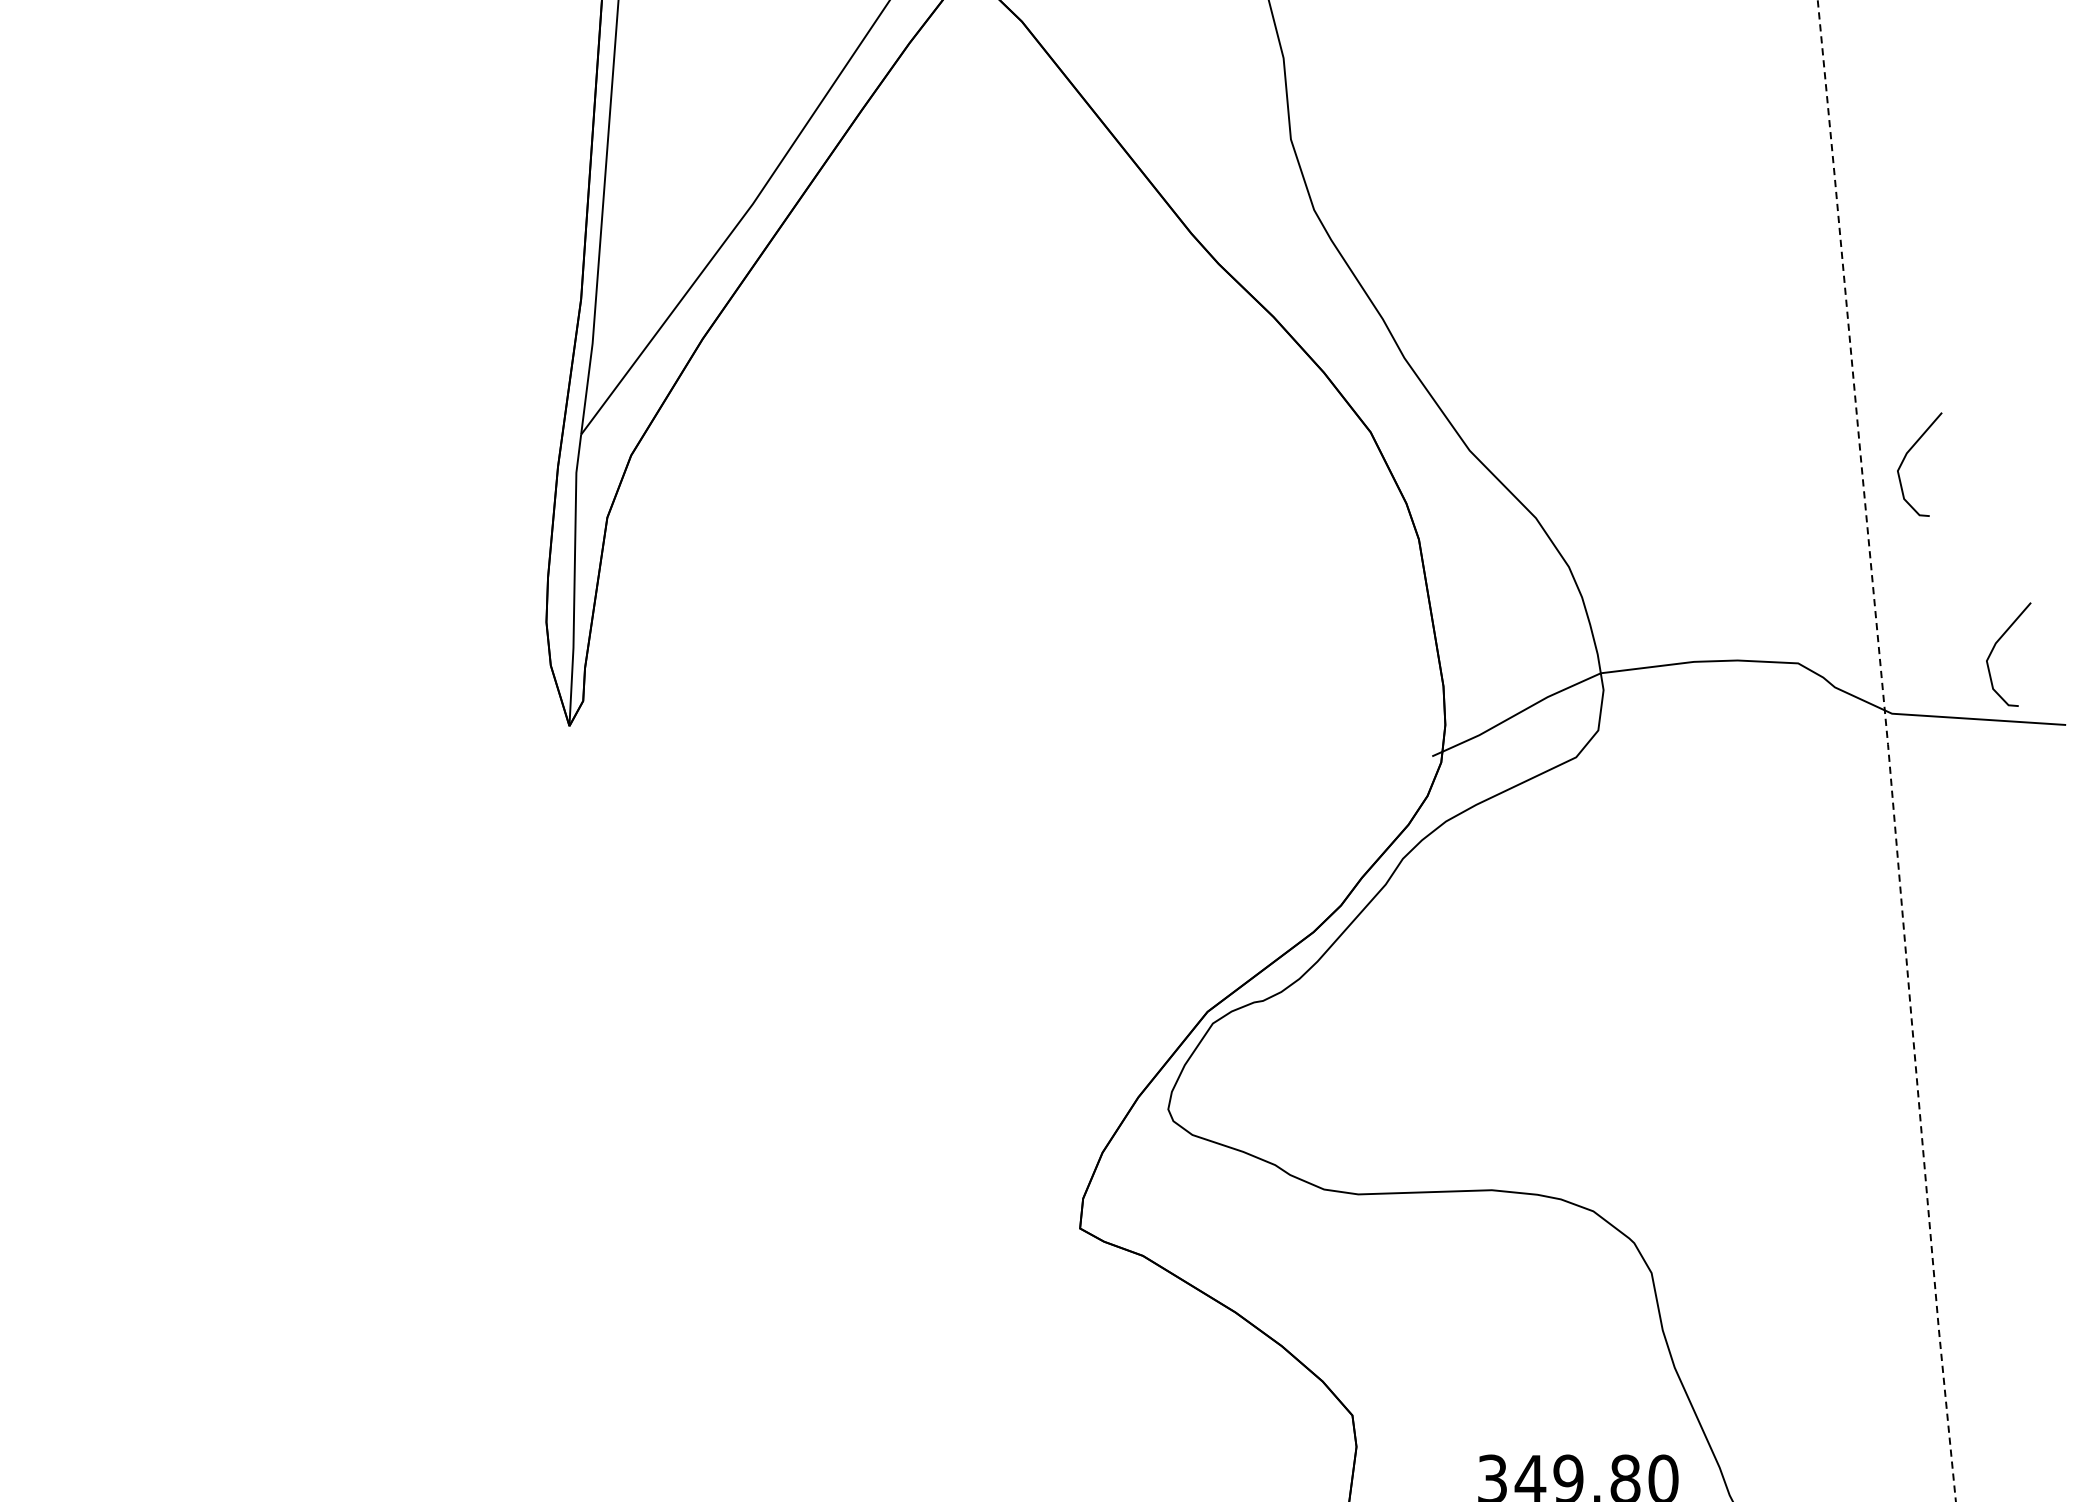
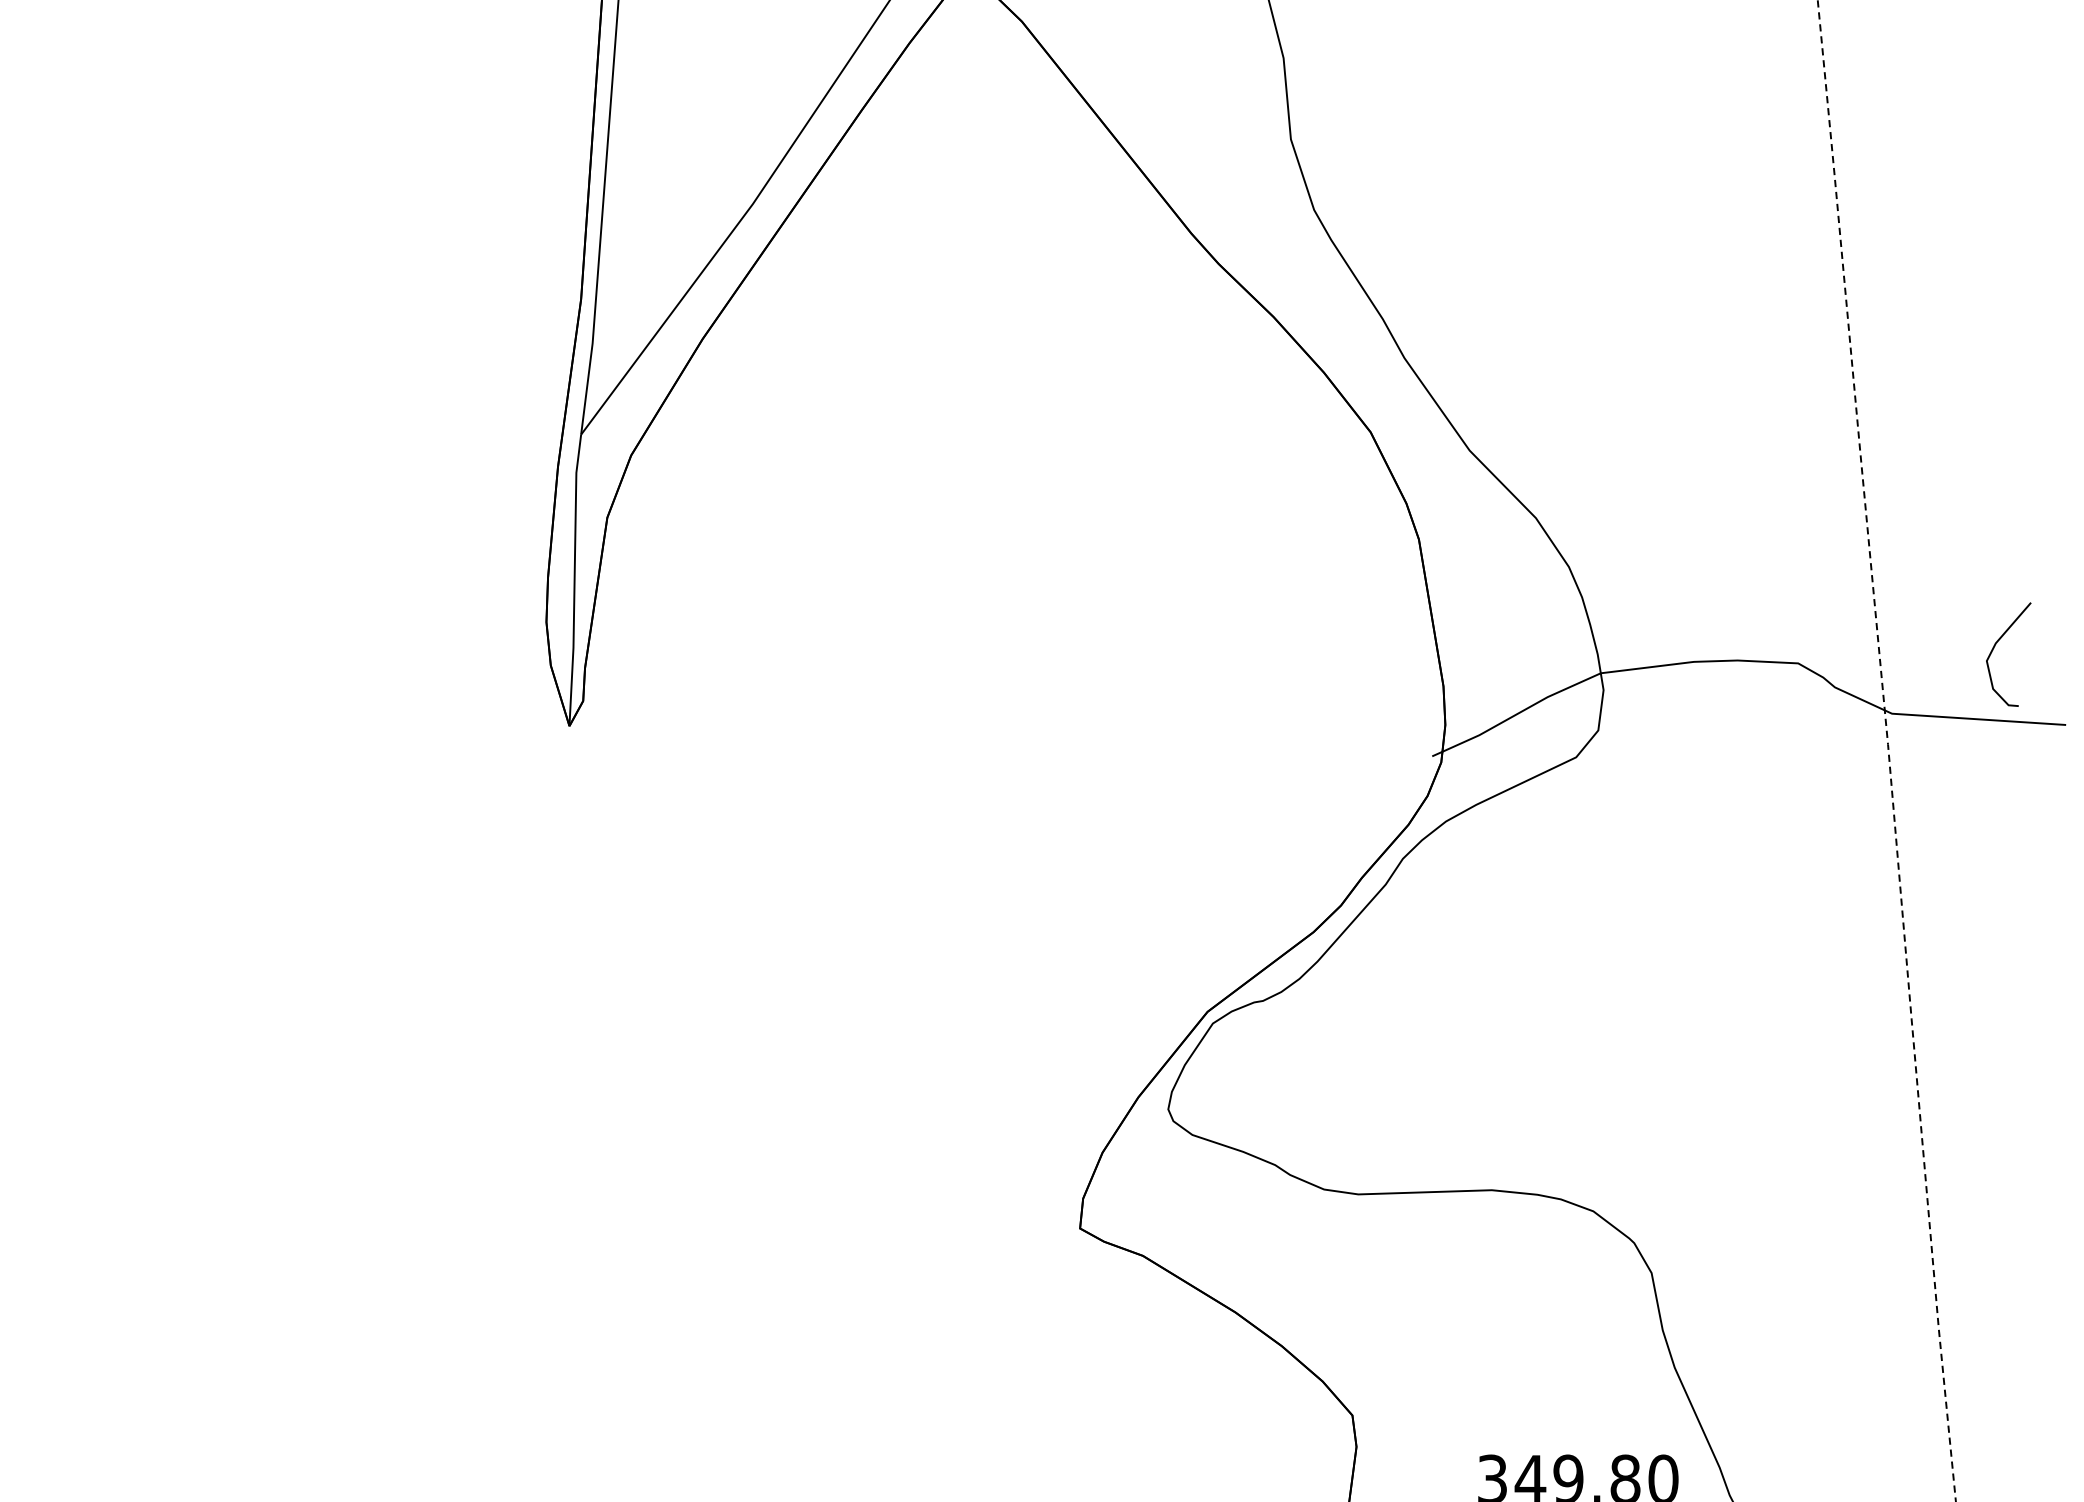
curve at (1905, 458): present -> none
